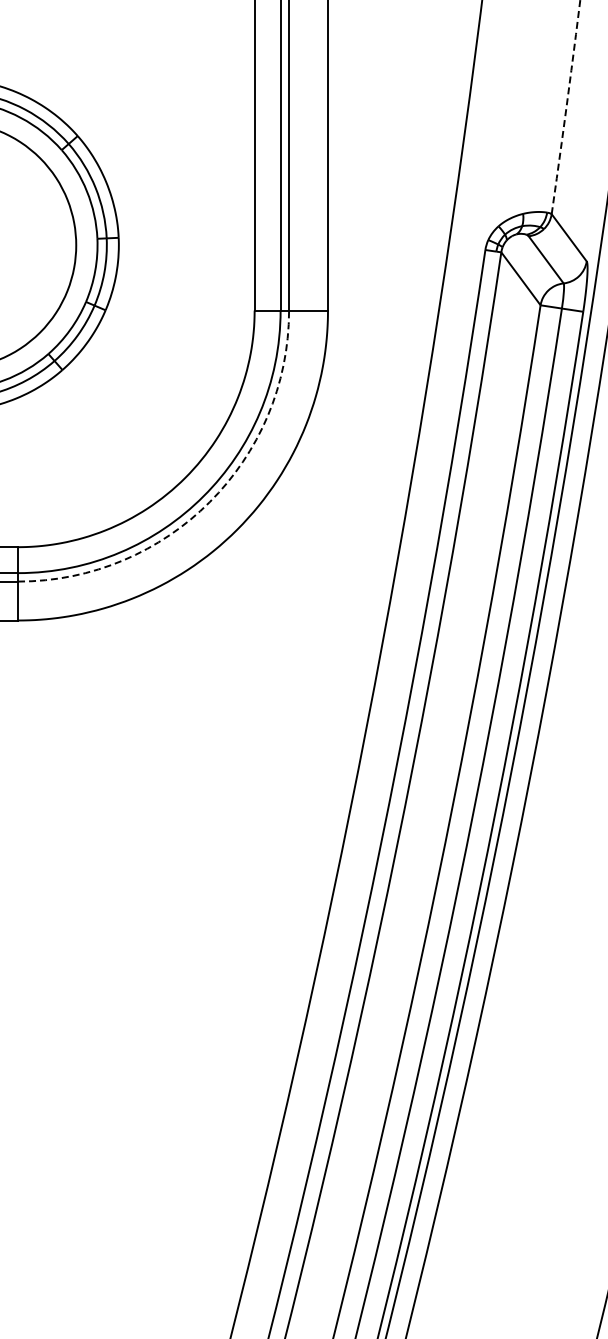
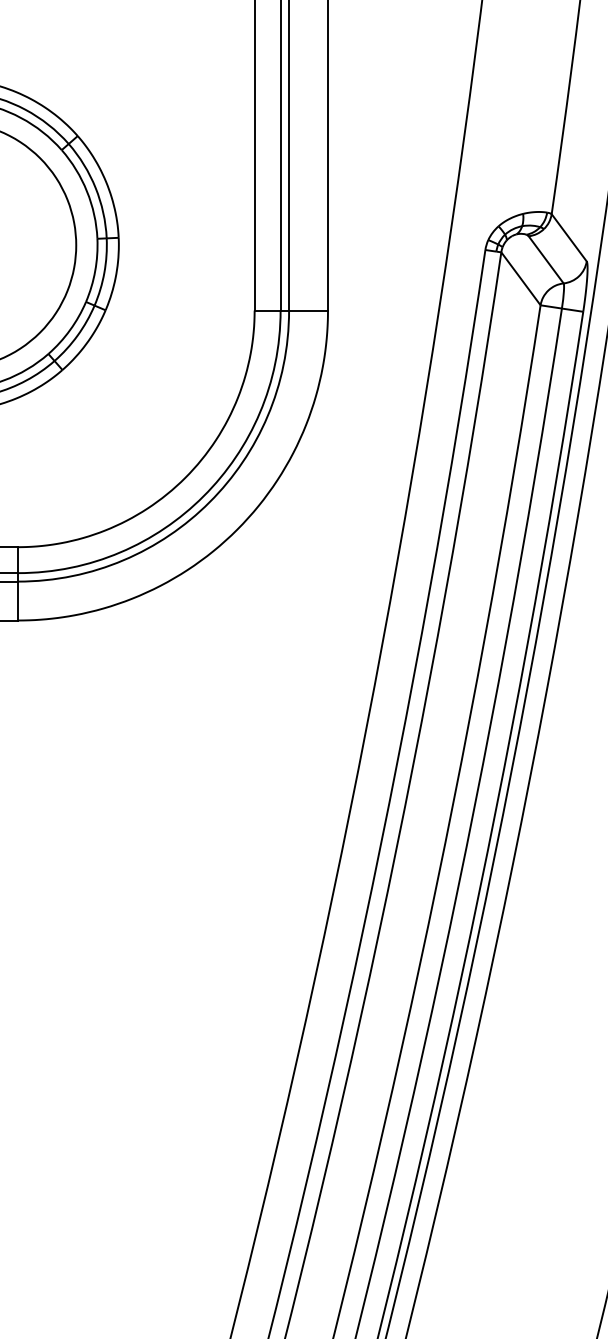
arc at (566, 106): dashed -> solid
arc at (209, 502): dashed -> solid
